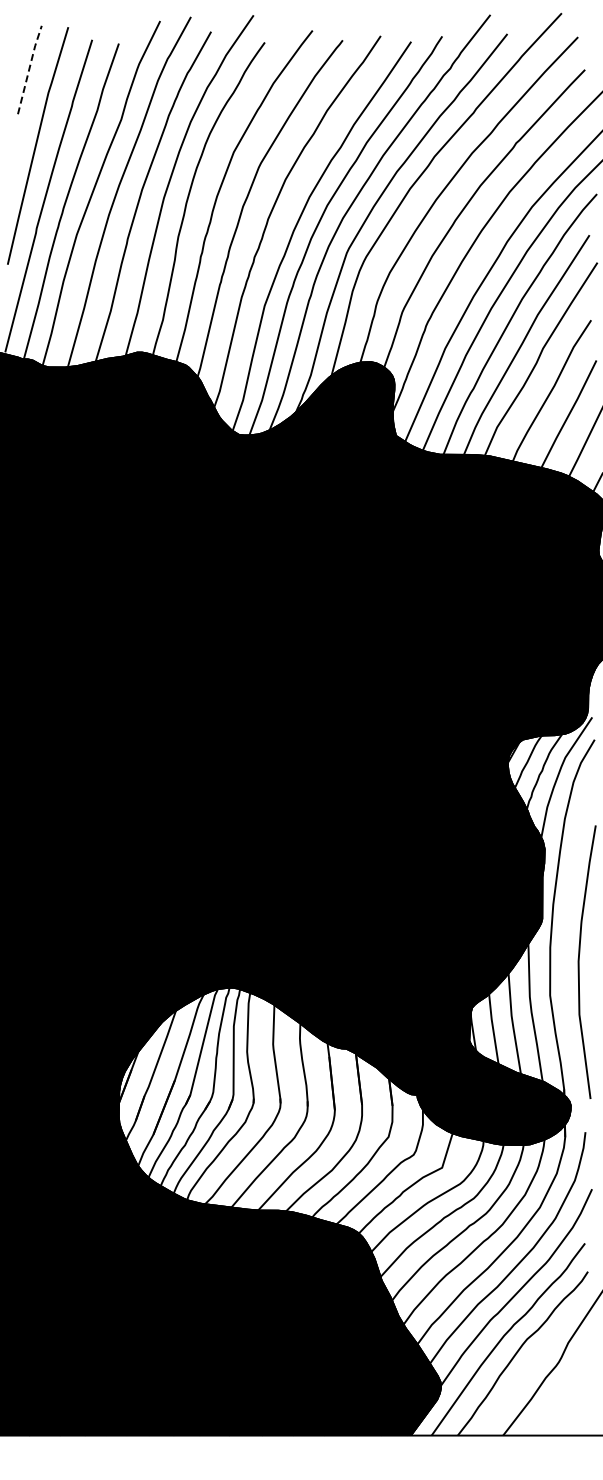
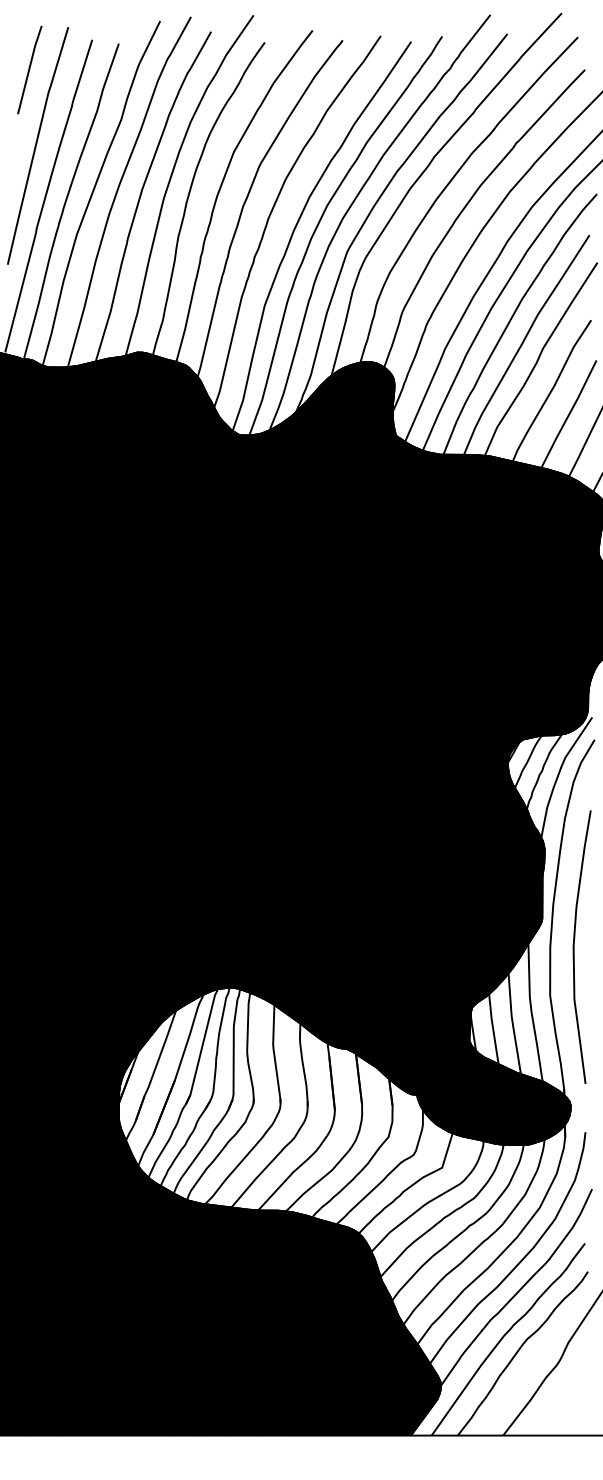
line at (29, 69): dashed -> solid
curve at (579, 961) position: (579, 961) -> (574, 946)
